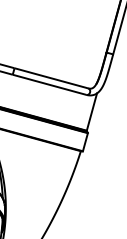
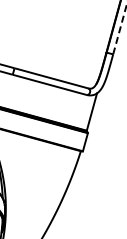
line at (120, 29): solid -> dashed
